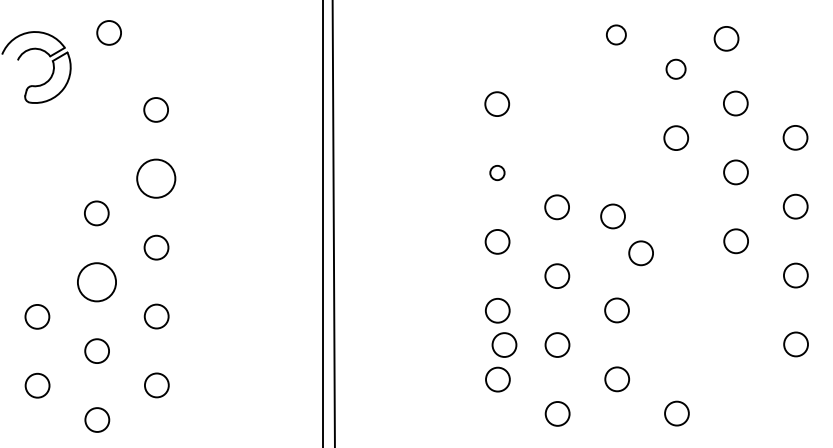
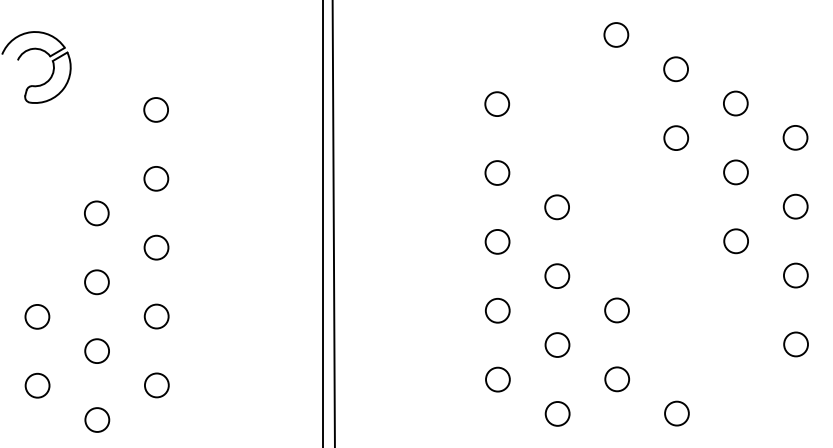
circle at (108, 32): present -> none
circle at (616, 34) size: 21x22 px -> 27x26 px
circle at (726, 38): present -> none
circle at (675, 68) size: 22x22 px -> 26x27 px
circle at (497, 172) size: 17x16 px -> 27x26 px
circle at (156, 178) size: 41x41 px -> 27x26 px
circle at (612, 216): present -> none
circle at (640, 253): present -> none
circle at (96, 282) diameter: 38 px -> 24 px
circle at (504, 344): present -> none
